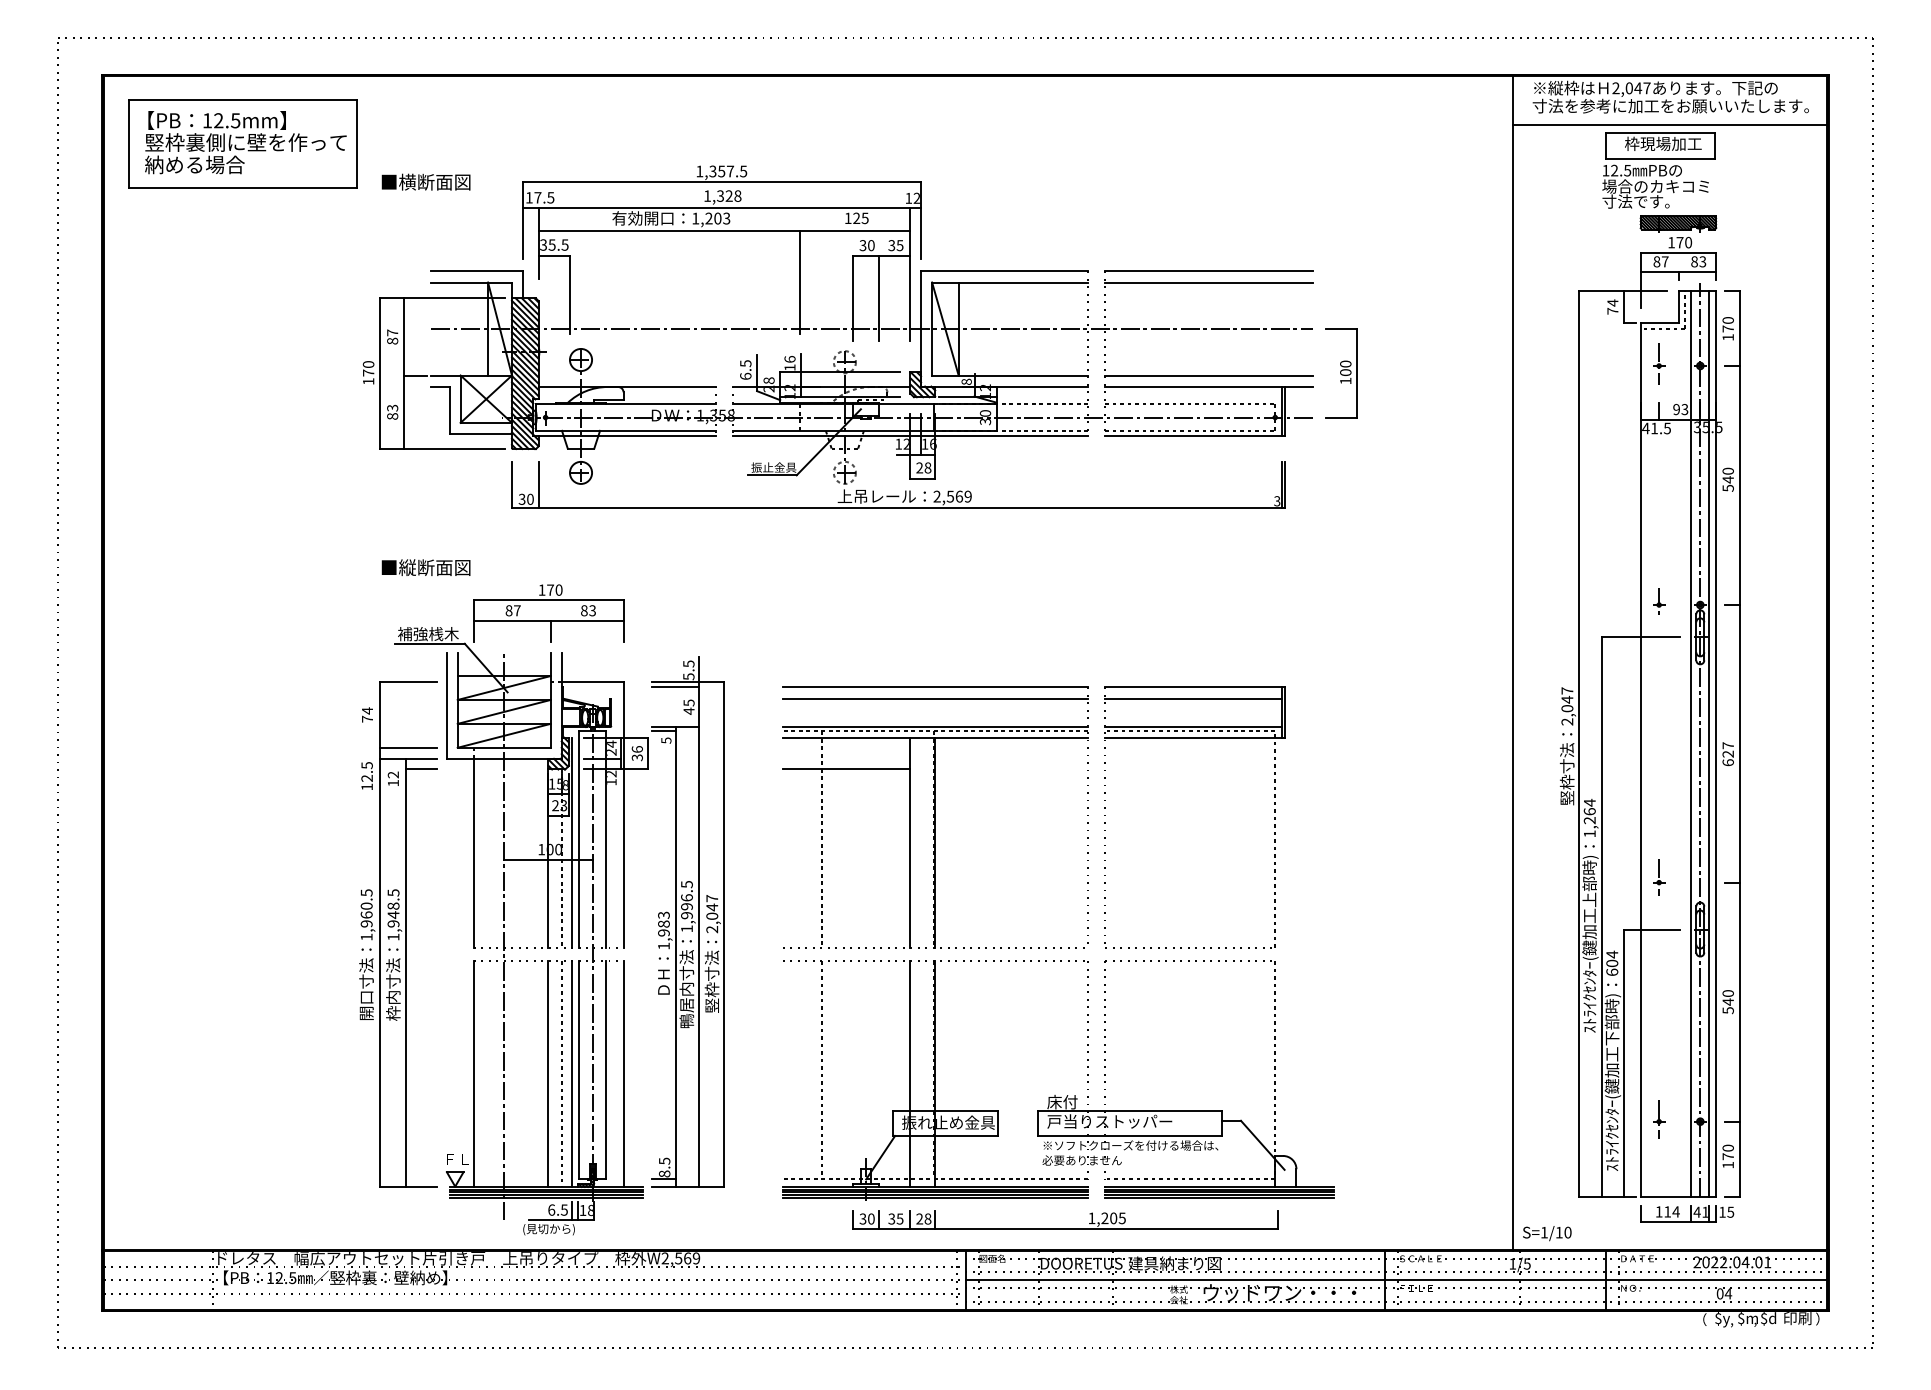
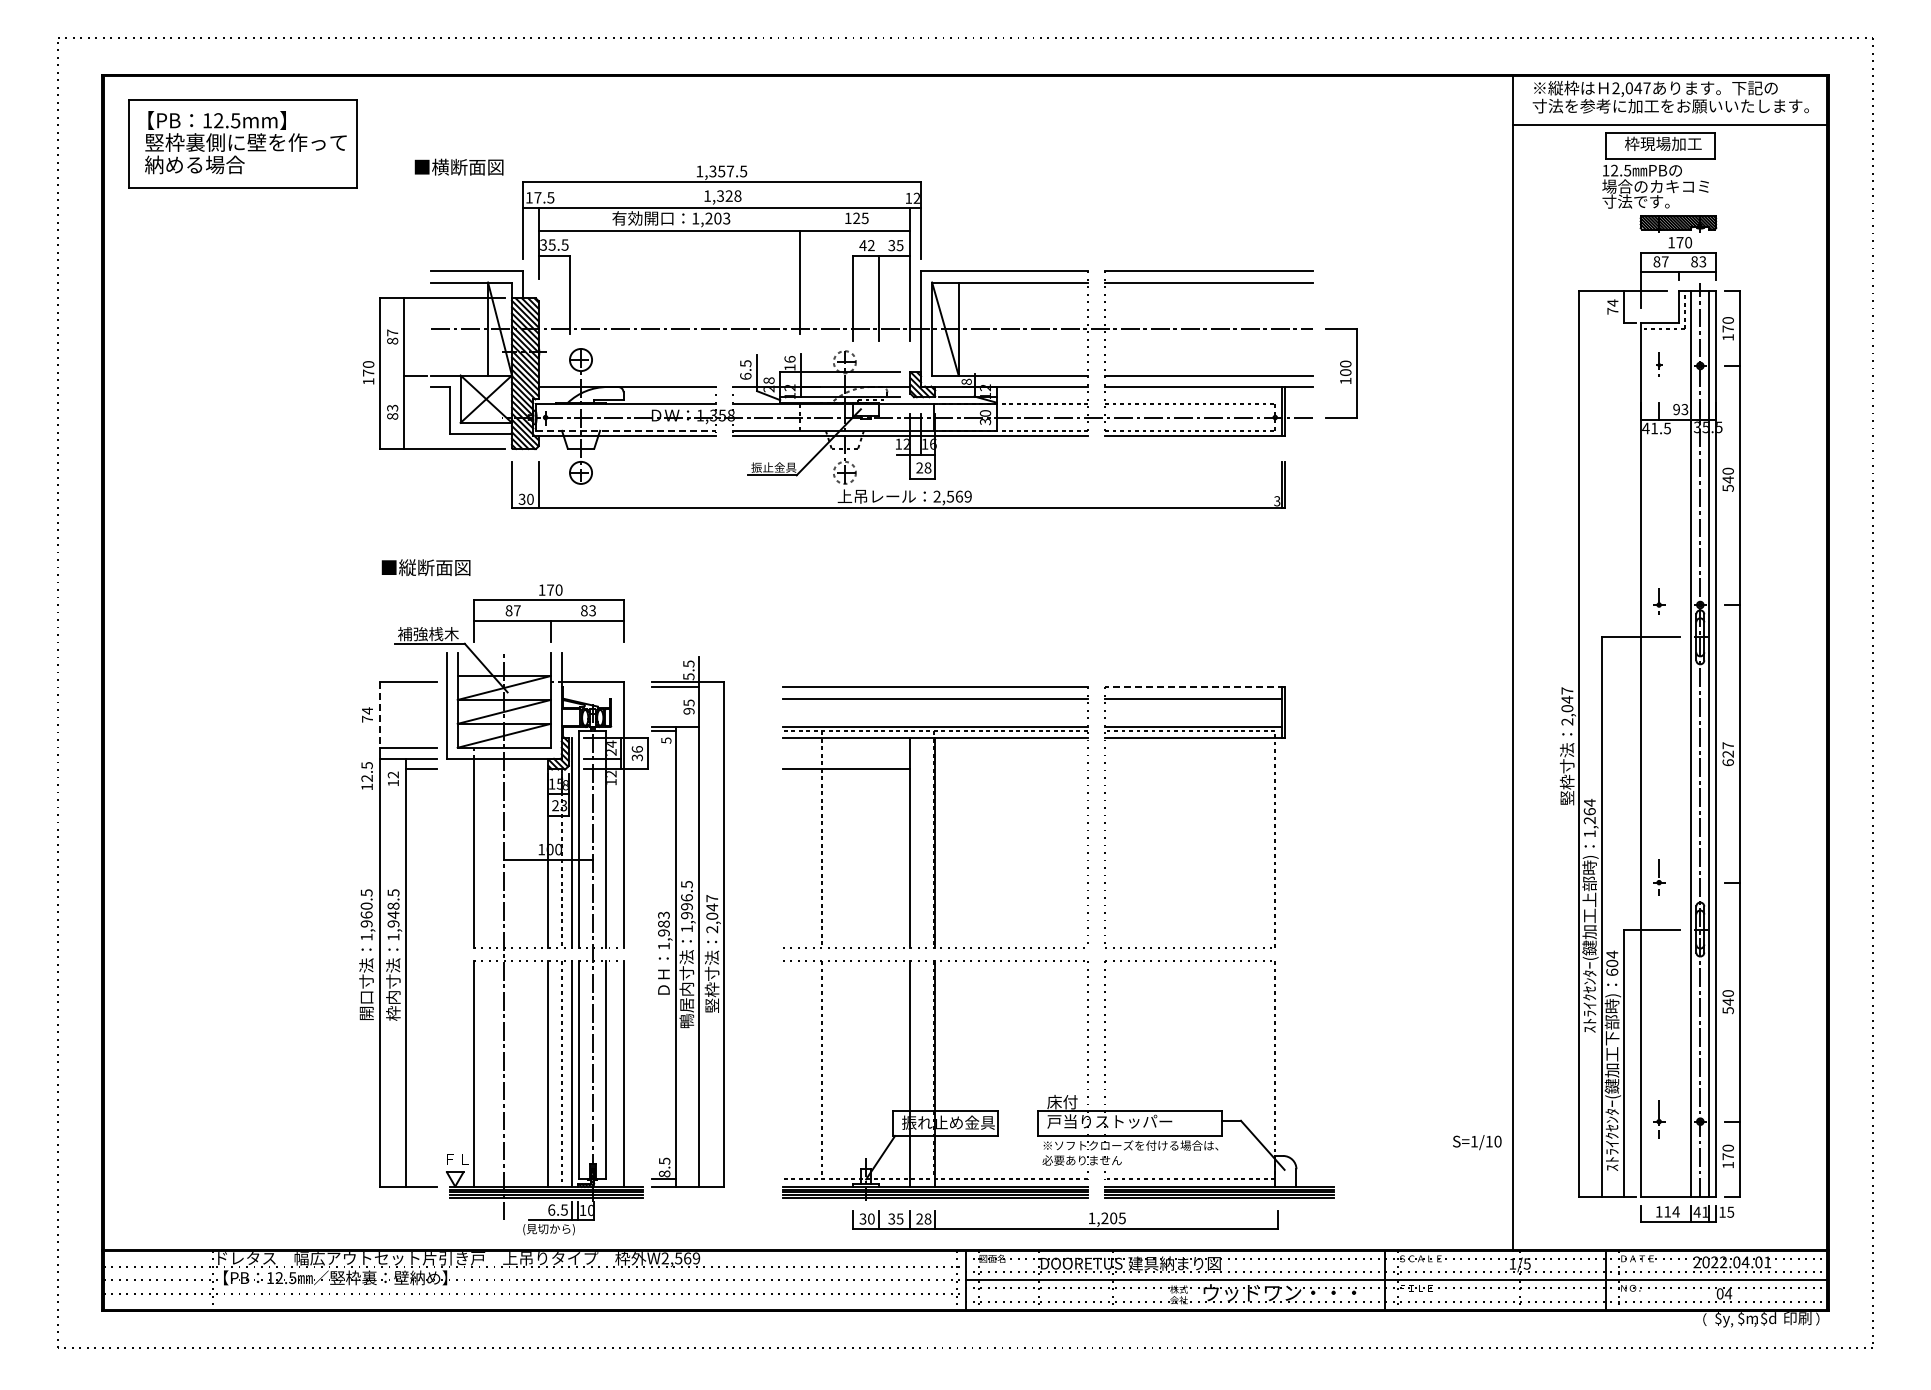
text at (425, 181) position: (425, 181) -> (458, 166)
text at (866, 245): 30 -> 42
part at (1659, 363) size: 13x42 px -> 7x25 px
line at (625, 430): solid -> dashed
line at (1195, 687): solid -> dashed
text at (688, 710): 45 -> 95
line at (379, 715): solid -> dashed
text at (590, 1210): 18 -> 10
text at (1547, 1233) position: (1547, 1233) -> (1477, 1142)
